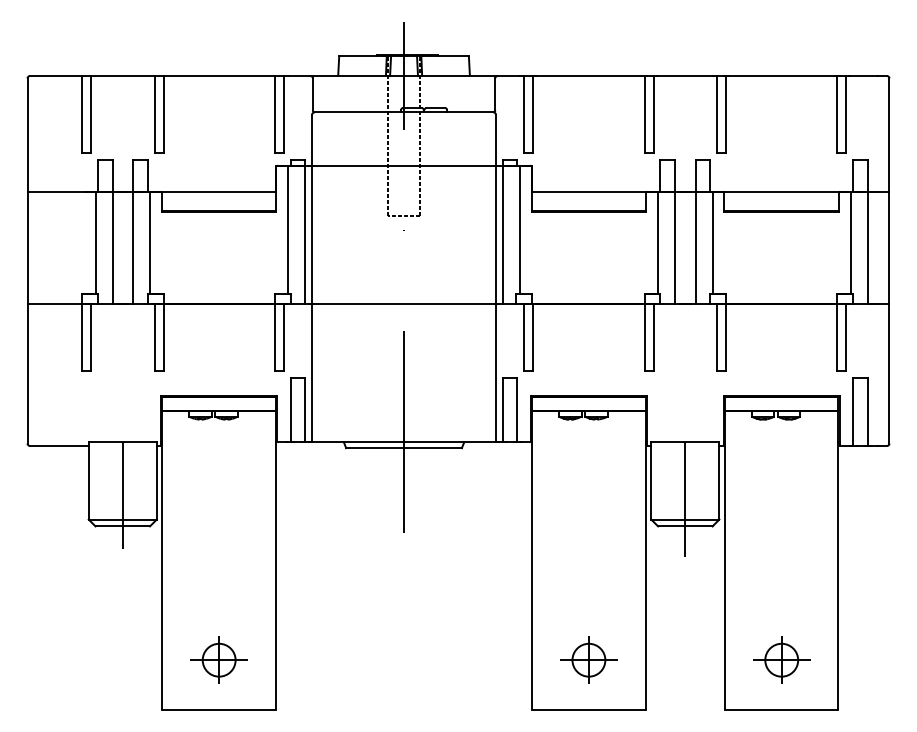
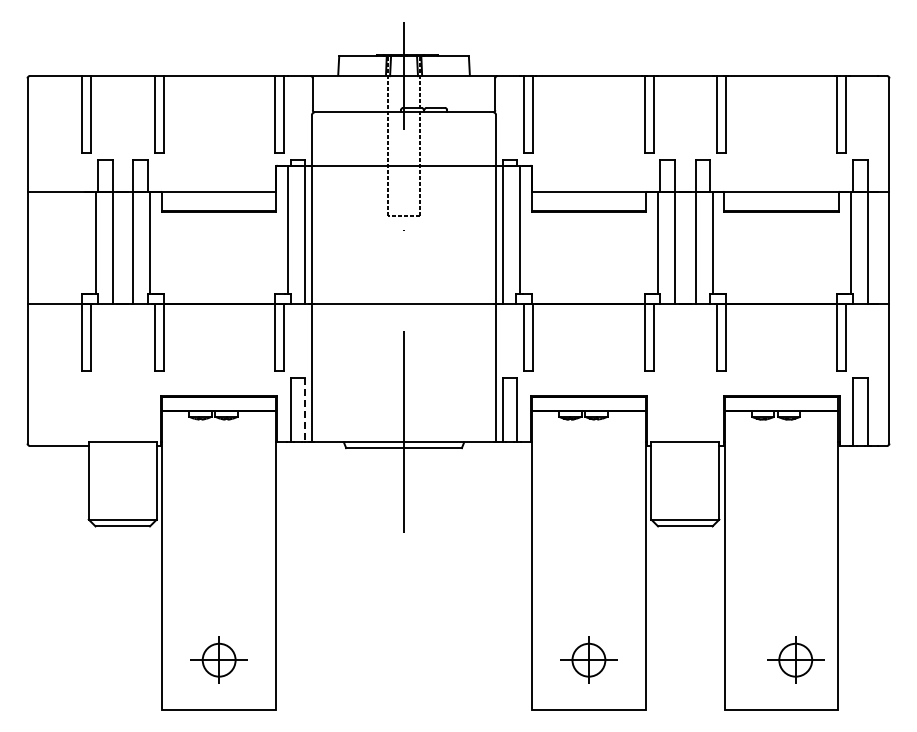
line at (305, 410): solid -> dashed
line at (122, 495): present -> none
line at (685, 499): present -> none
part at (781, 659) position: (781, 659) -> (795, 659)
